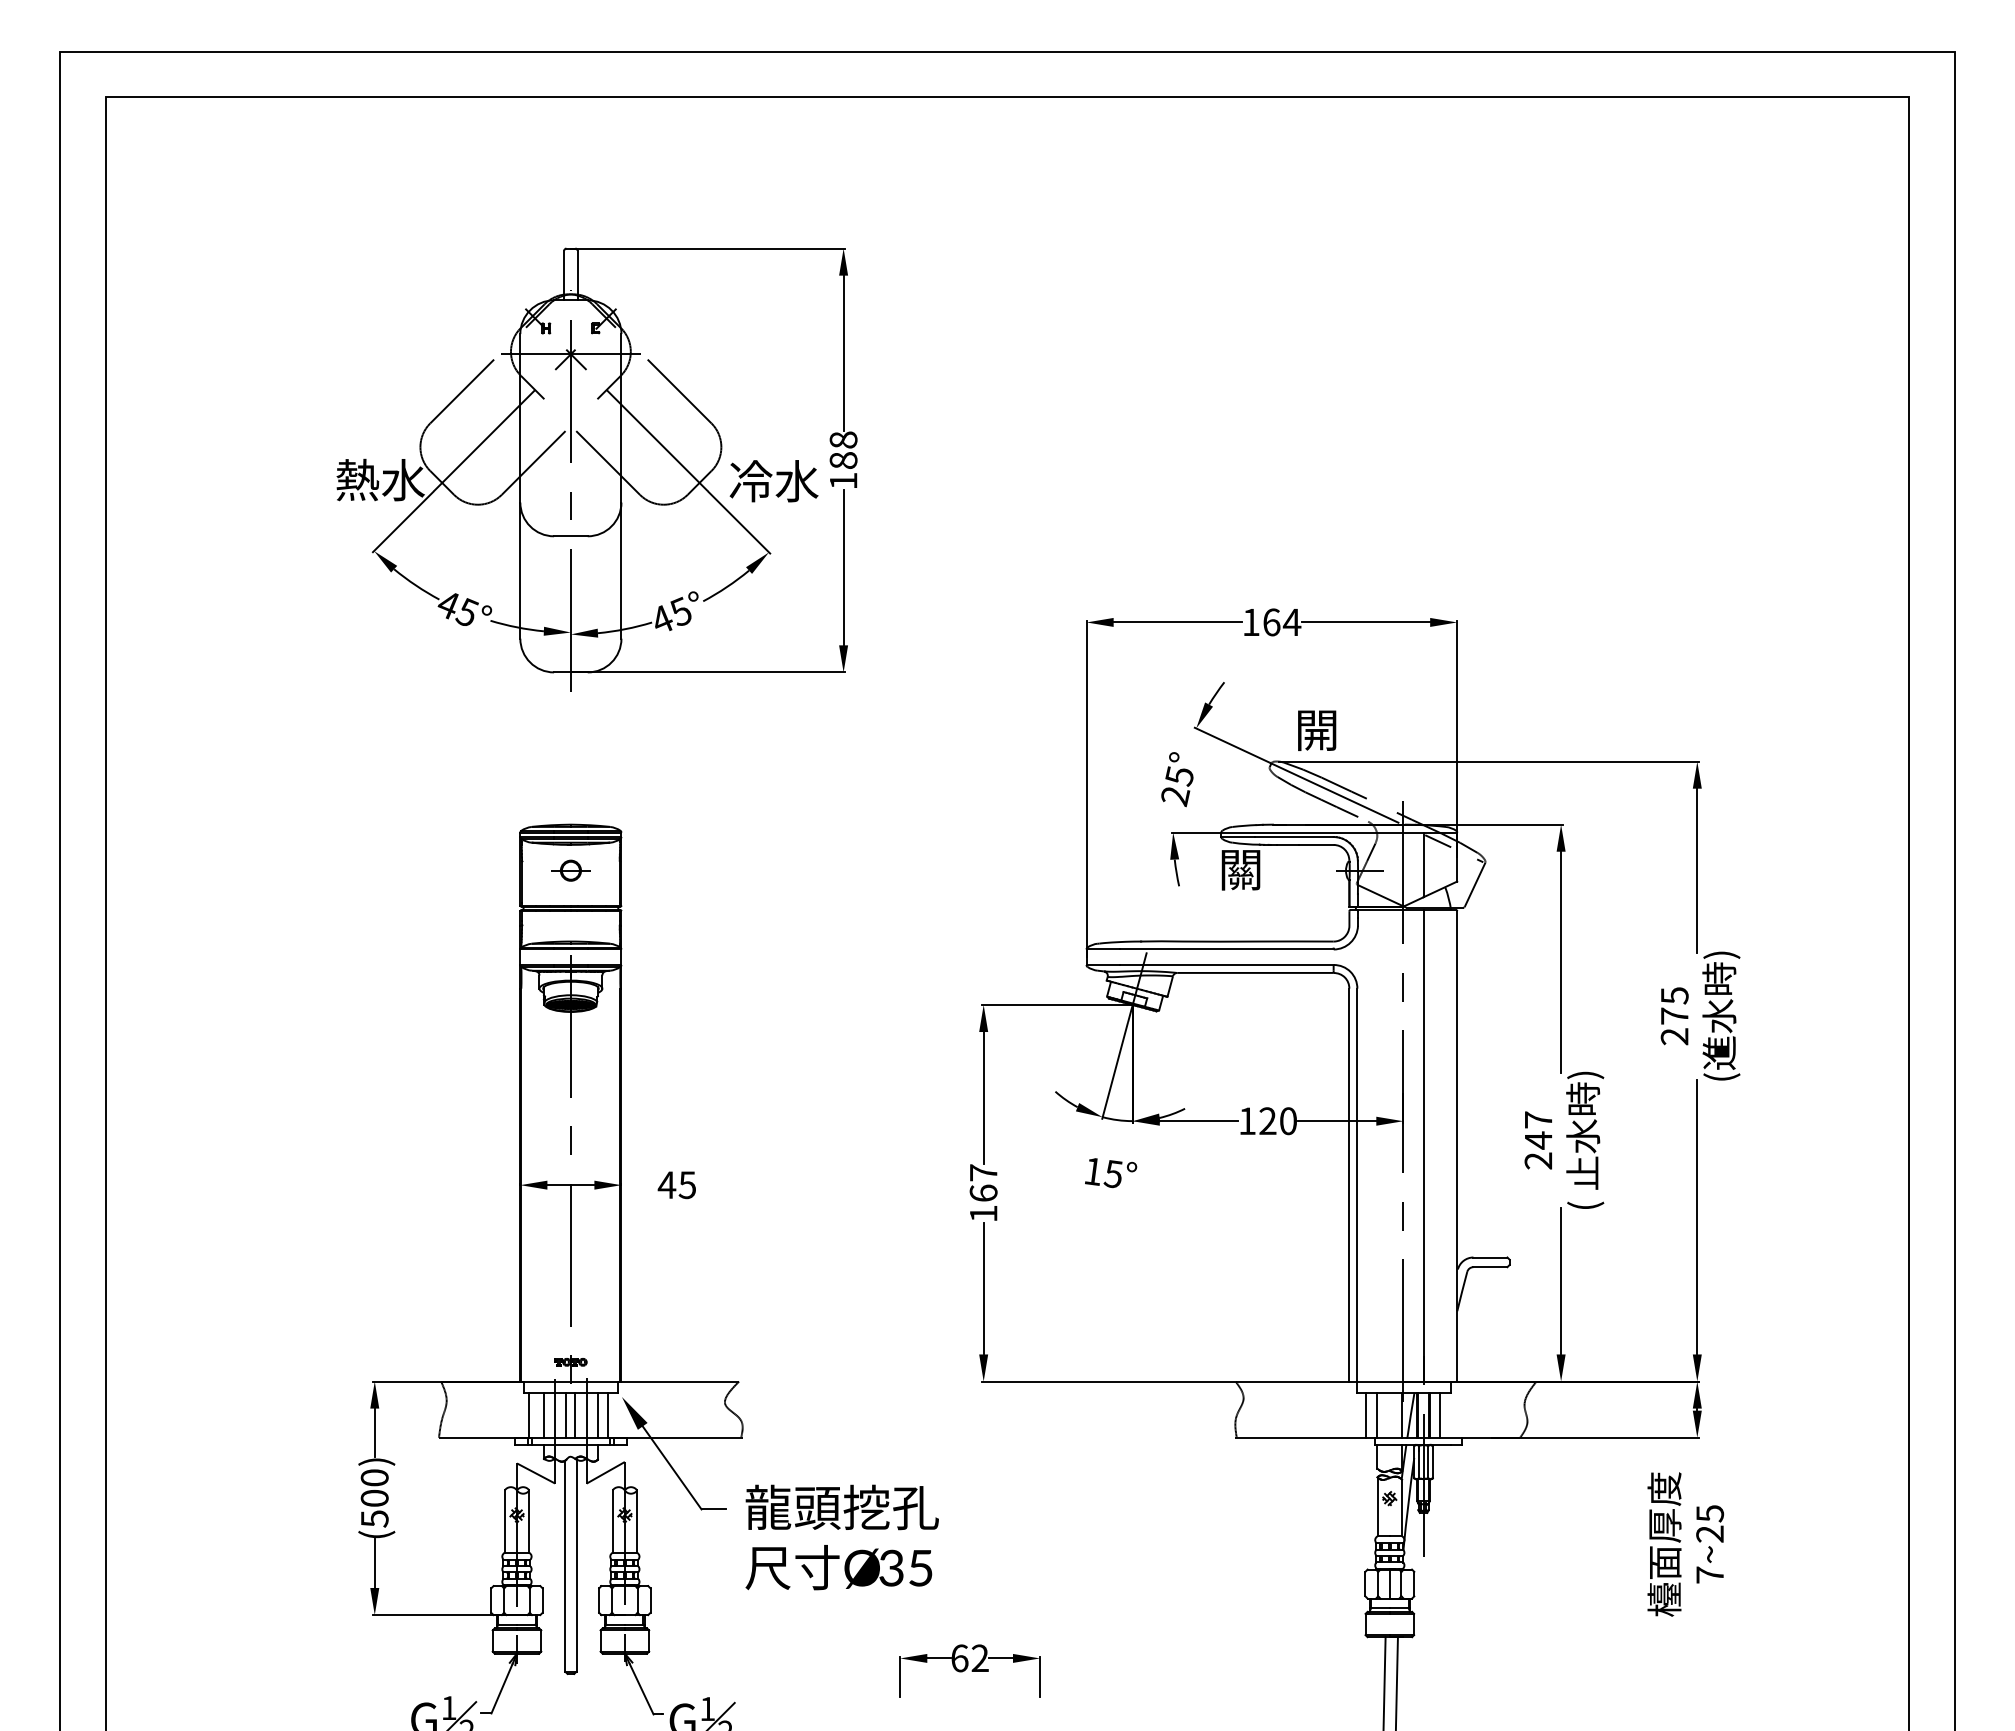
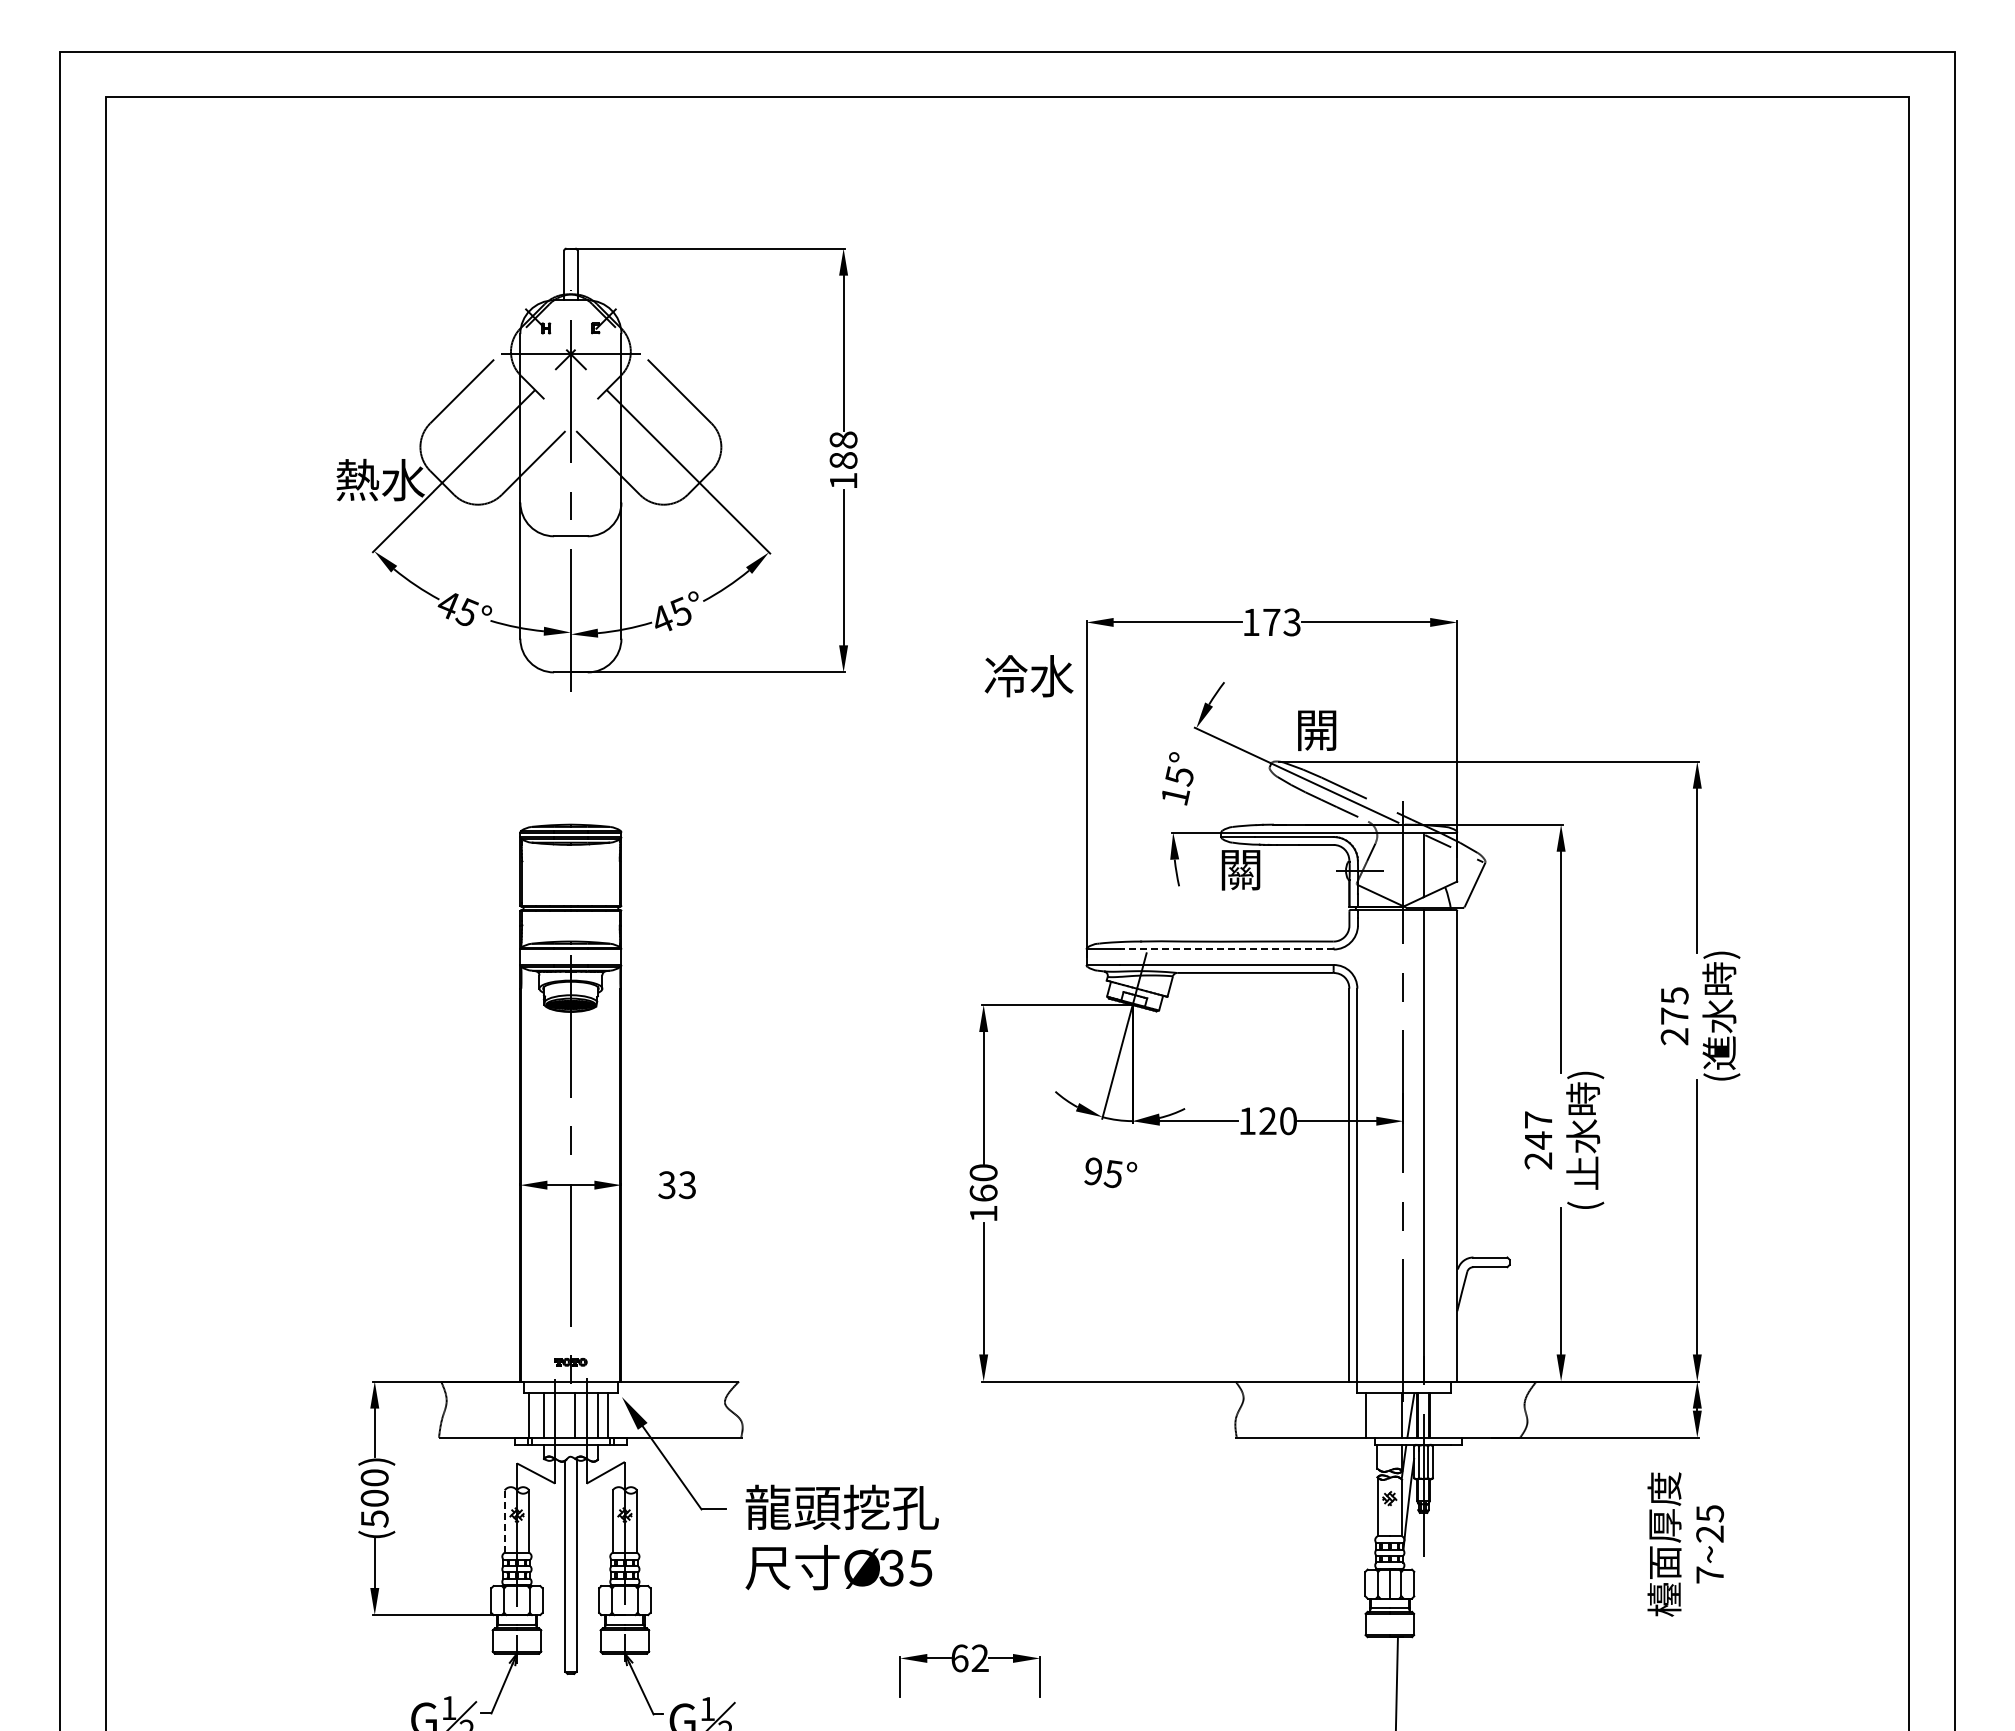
text at (773, 481) position: (773, 481) -> (1028, 676)
text at (1282, 622): 164 -> 173
text at (1175, 797): 25° -> 15°
part at (570, 870): present -> none
line at (1226, 949): solid -> dashed
text at (1093, 1171): 15° -> 95°
text at (983, 1172): 167 -> 160
text at (676, 1185): 45 -> 33
line at (566, 1414): present -> none
line at (1377, 1414): present -> none
line at (1440, 1414): present -> none
line at (504, 1521): solid -> dashed
line at (1384, 1682): present -> none
